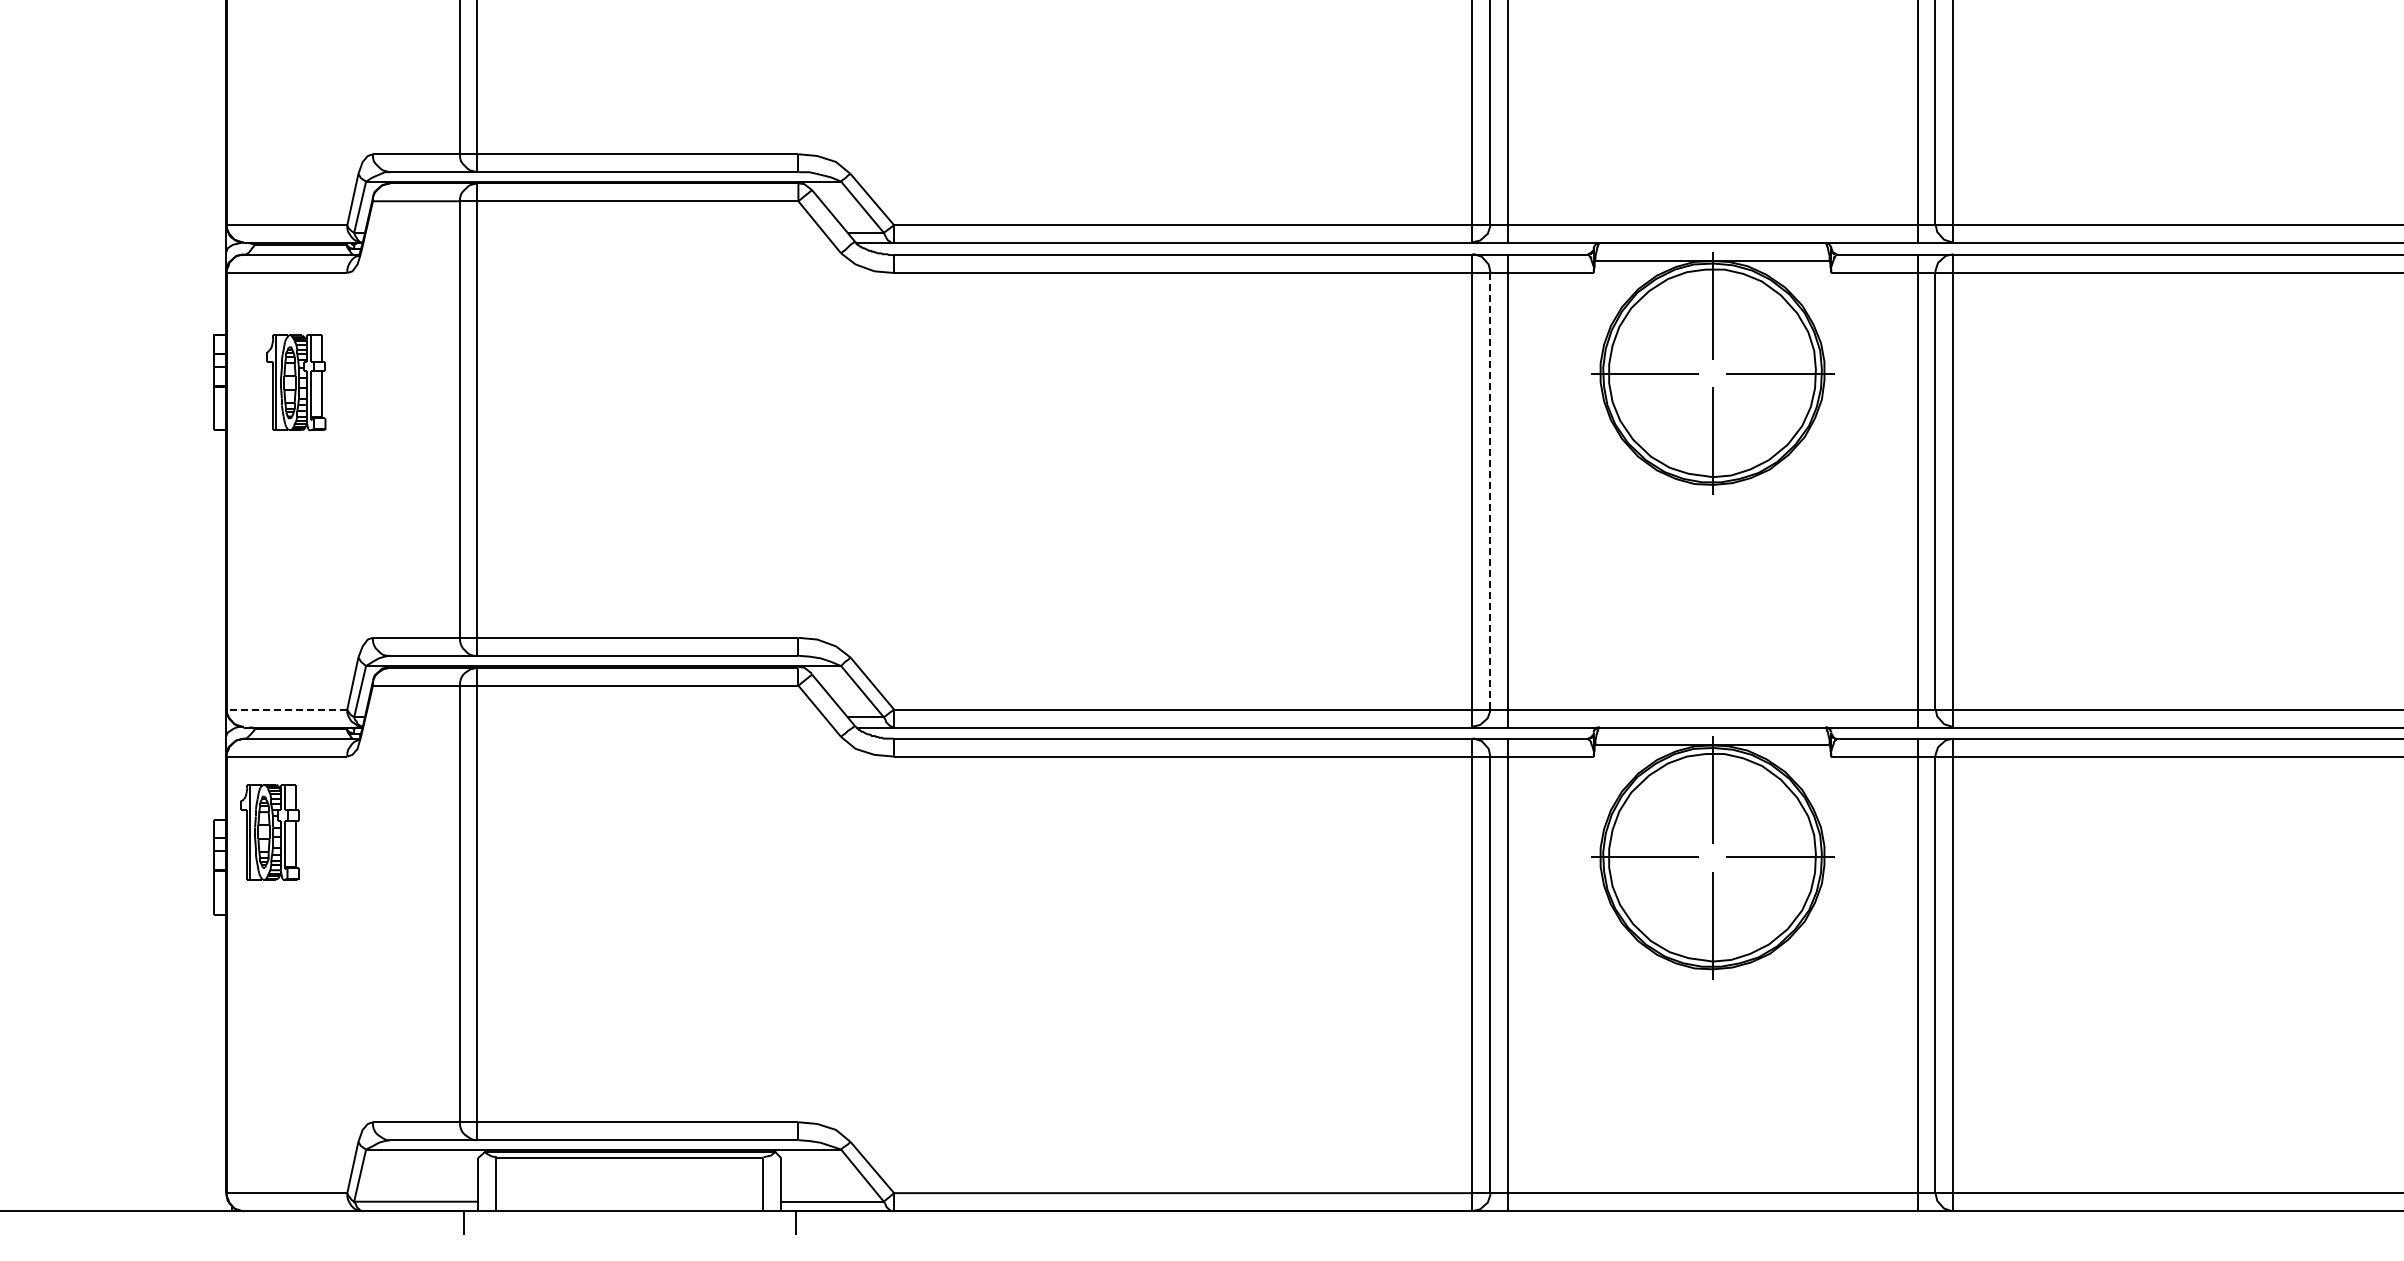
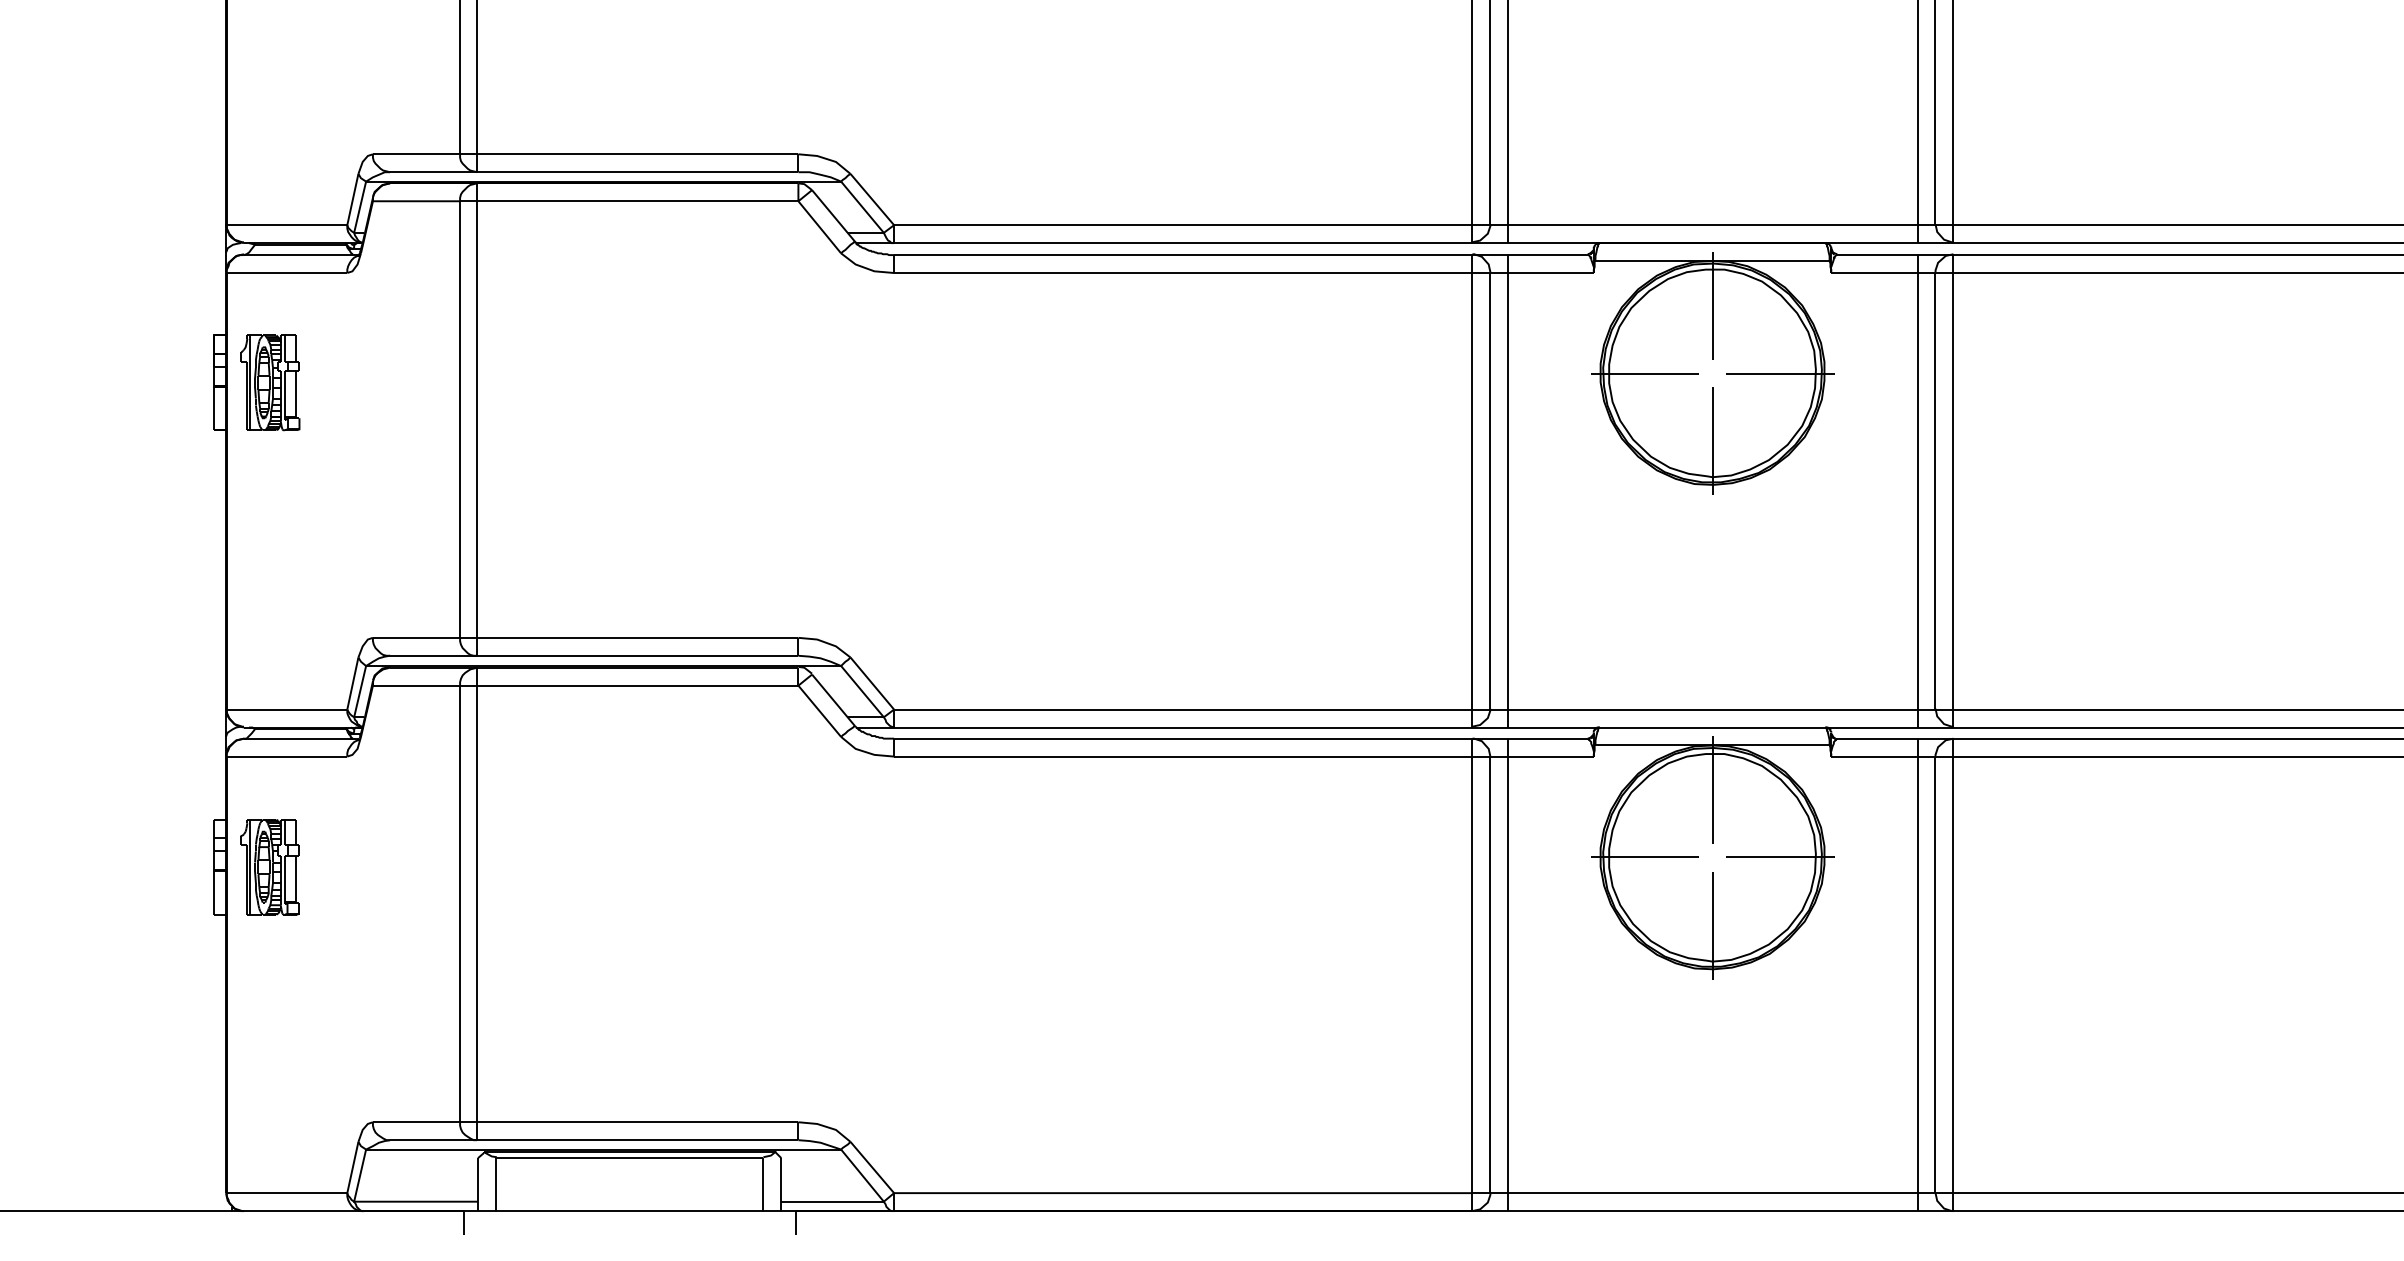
part at (296, 382) position: (296, 382) -> (270, 382)
line at (1490, 491): dashed -> solid
line at (286, 709): dashed -> solid
part at (269, 832) position: (269, 832) -> (269, 867)
